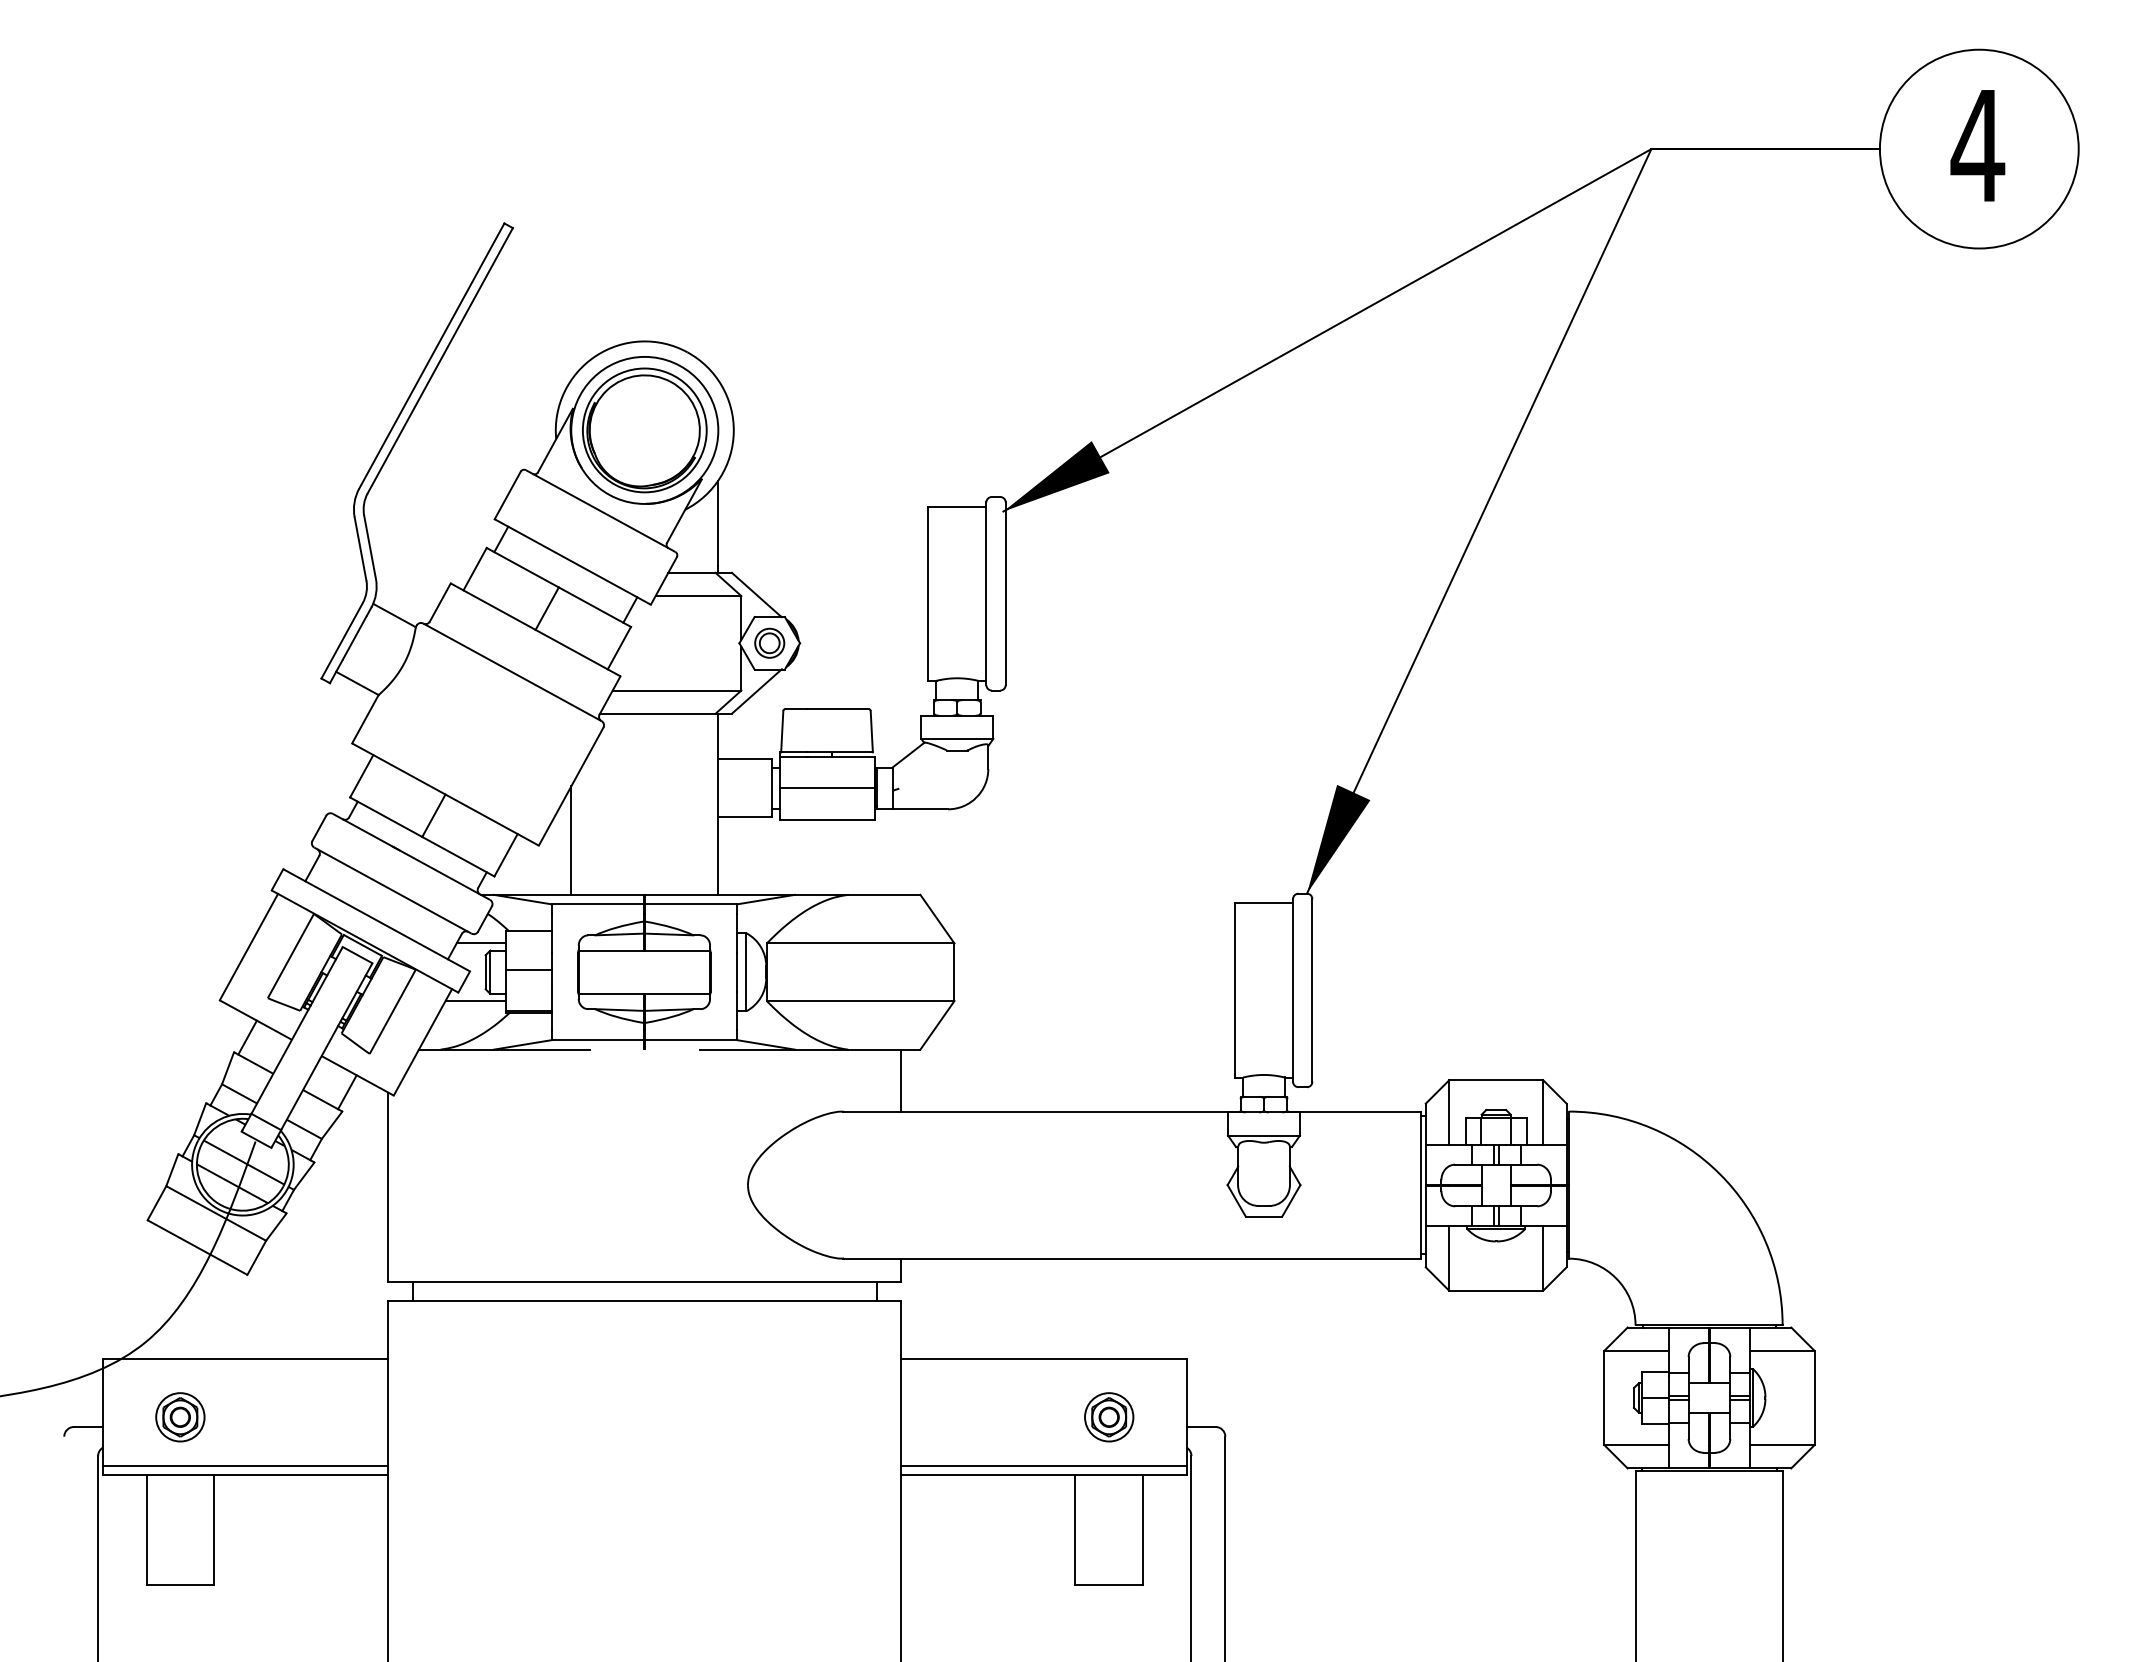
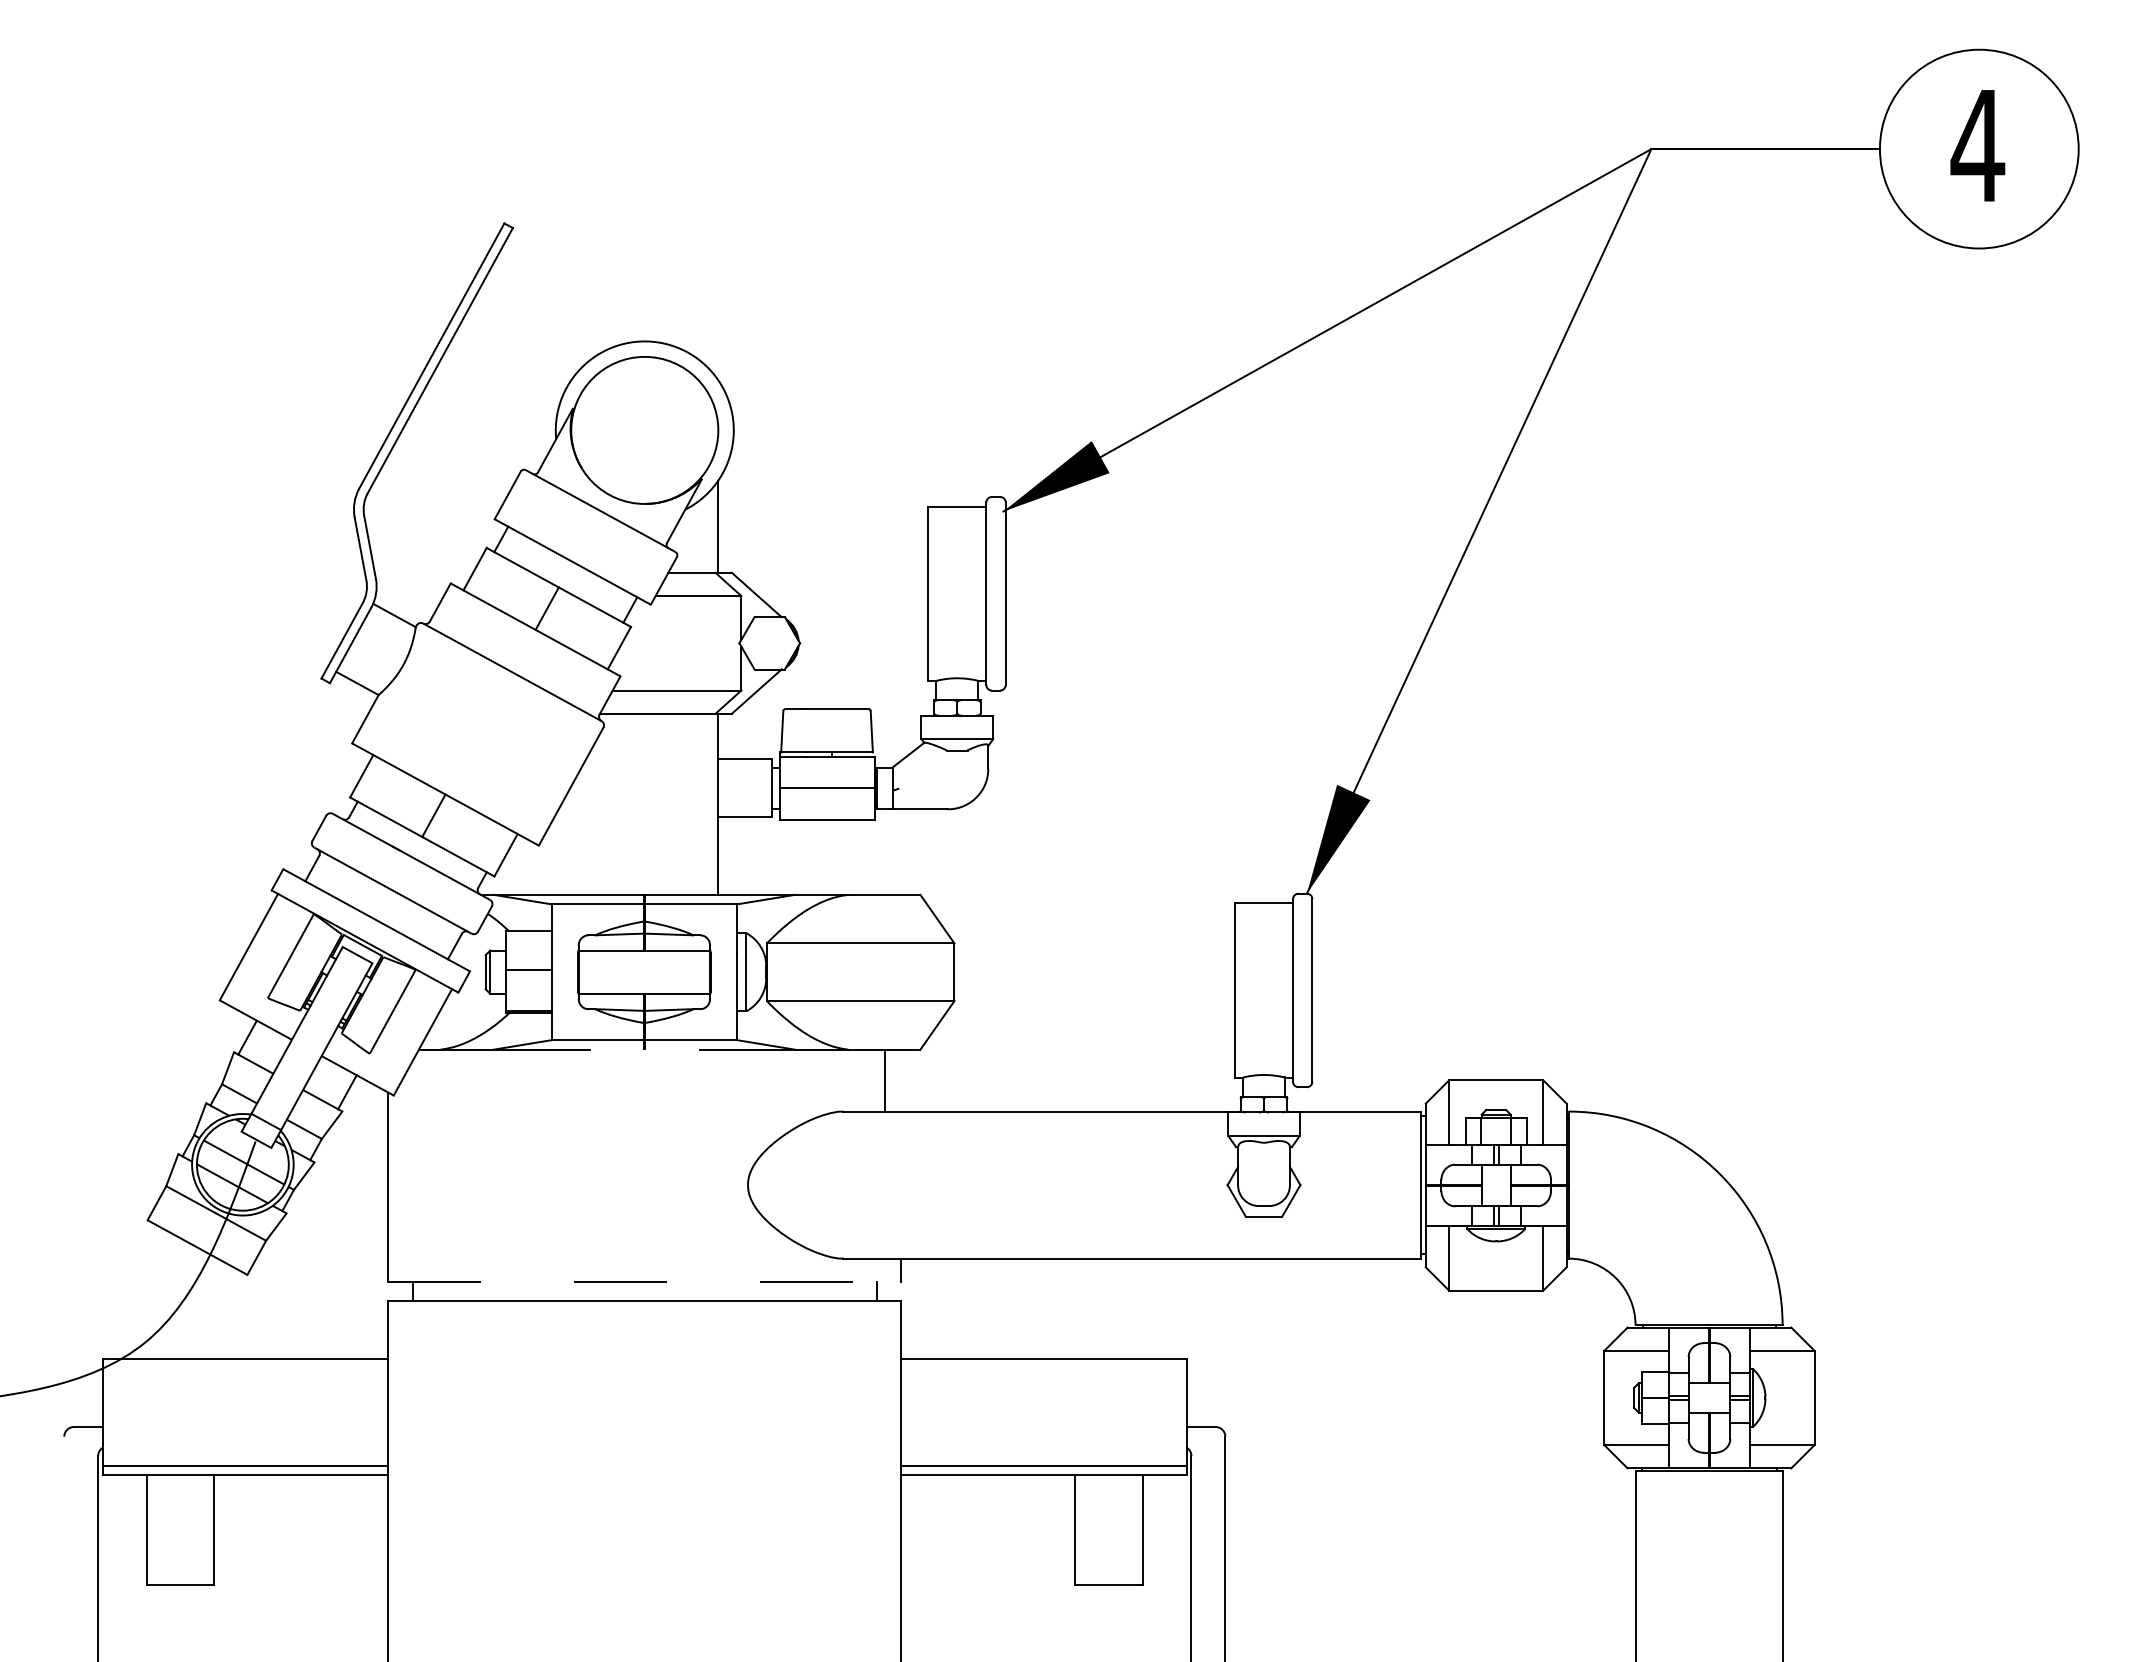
part at (644, 430): present -> none
part at (769, 642): present -> none
line at (571, 840): present -> none
line at (480, 943): present -> none
line at (475, 1001): present -> none
line at (901, 1080) position: (901, 1080) -> (885, 1080)
line at (645, 1281): solid -> dashed
part at (180, 1417): present -> none
part at (1109, 1417): present -> none
